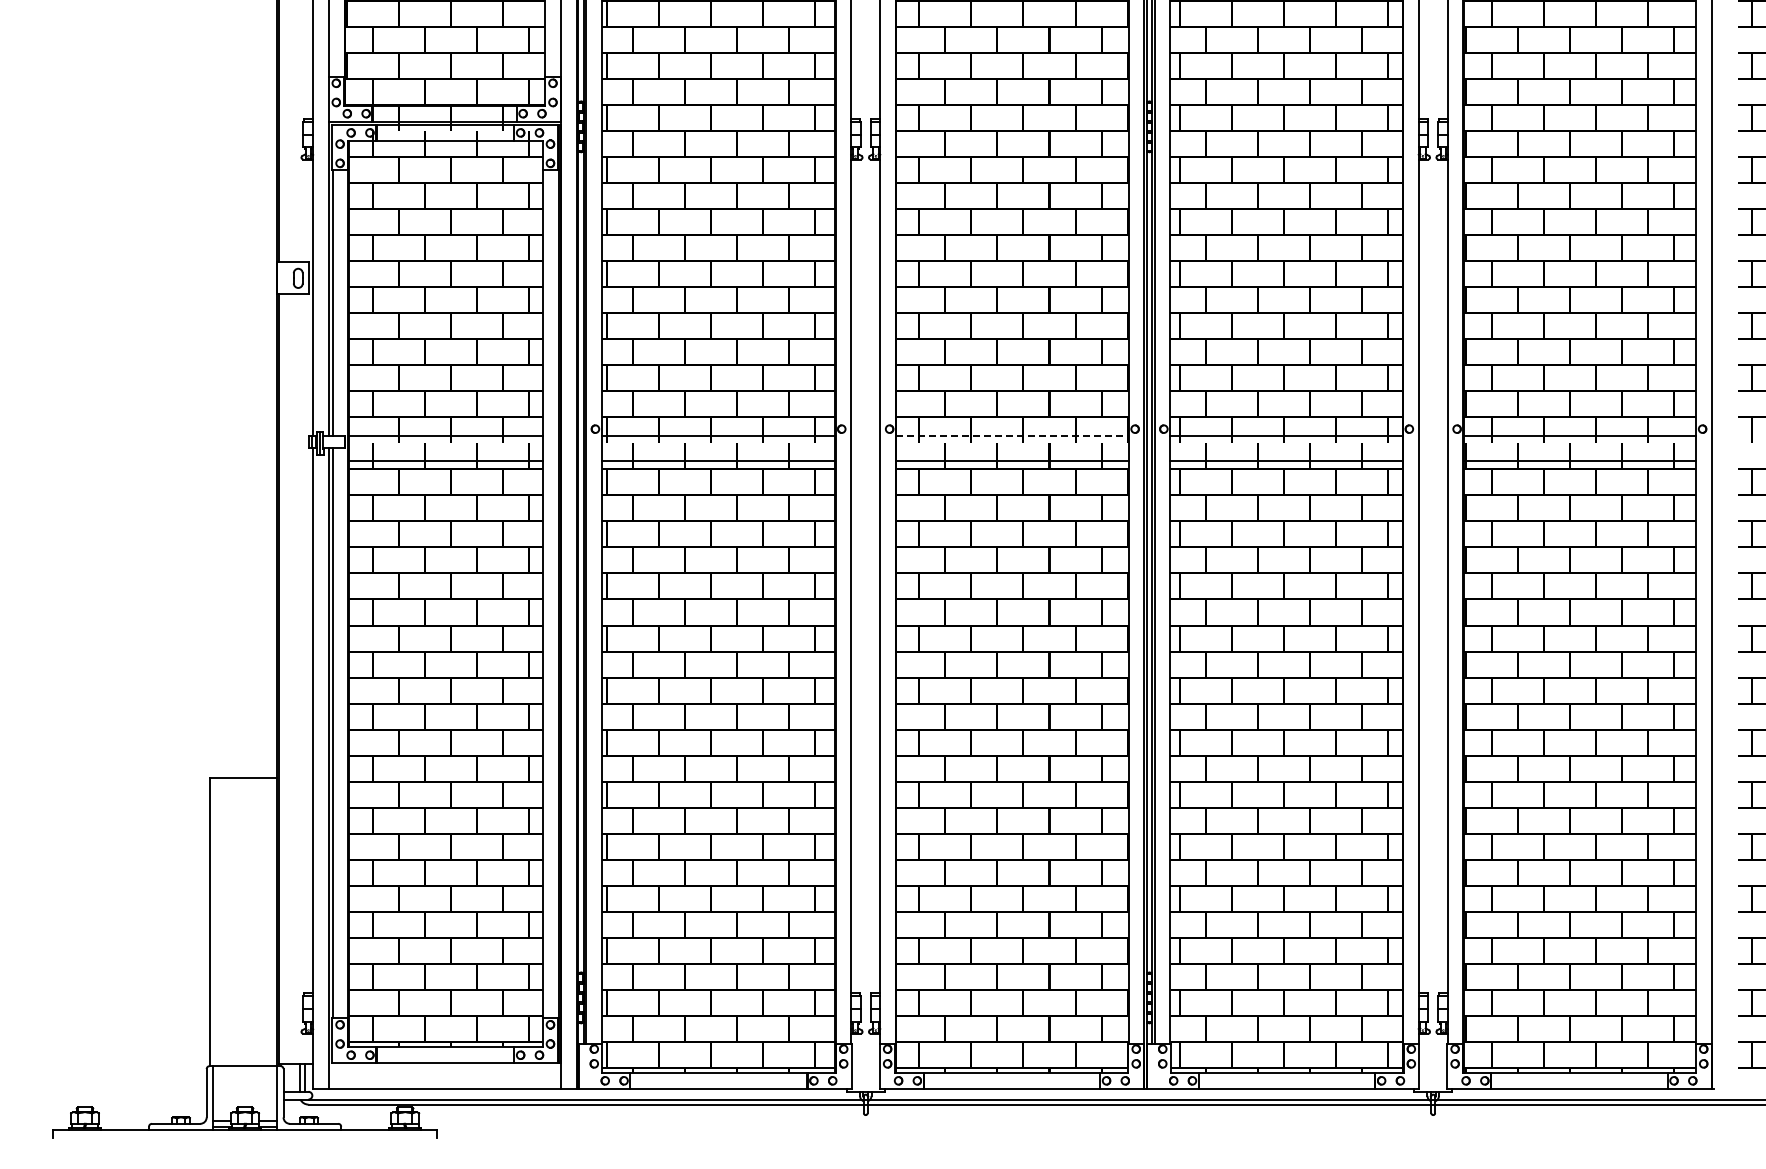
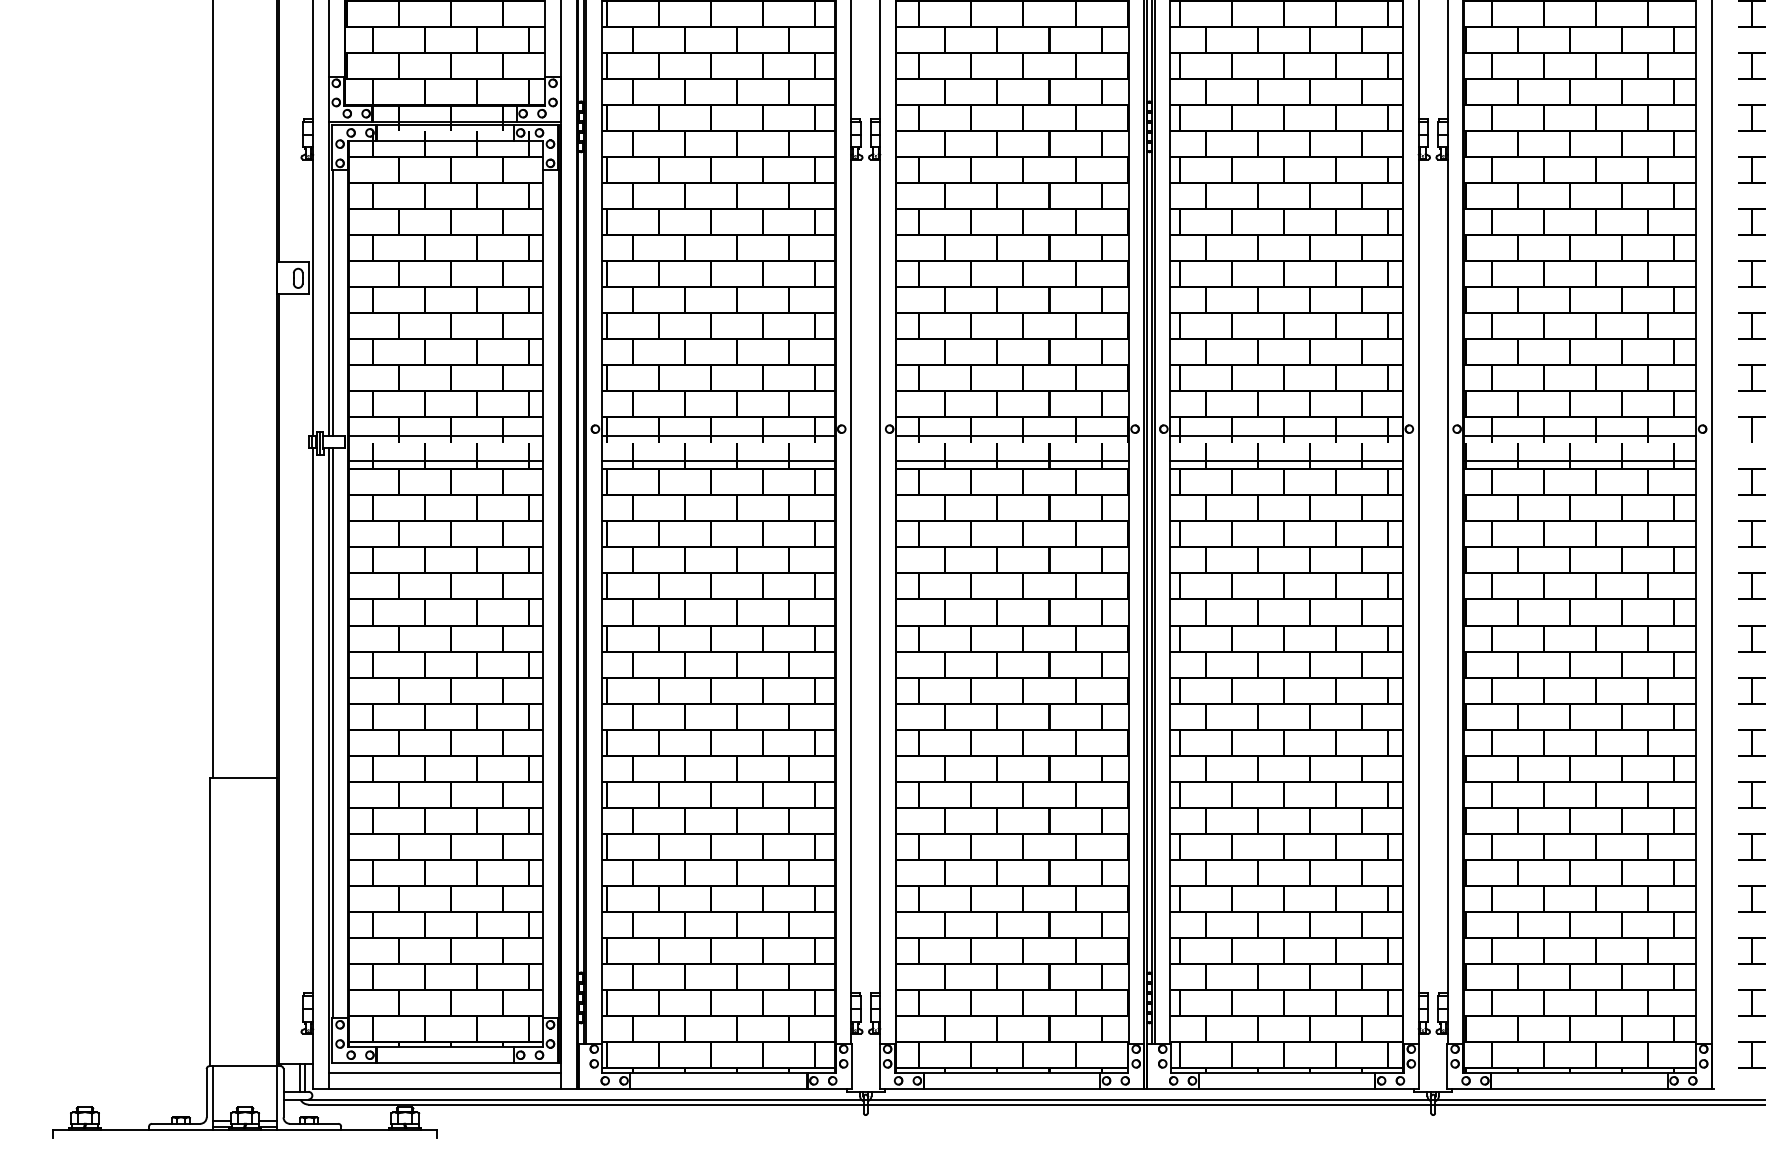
line at (213, 389): none -> present
line at (1012, 435): dashed -> solid
line at (444, 1072): none -> present
